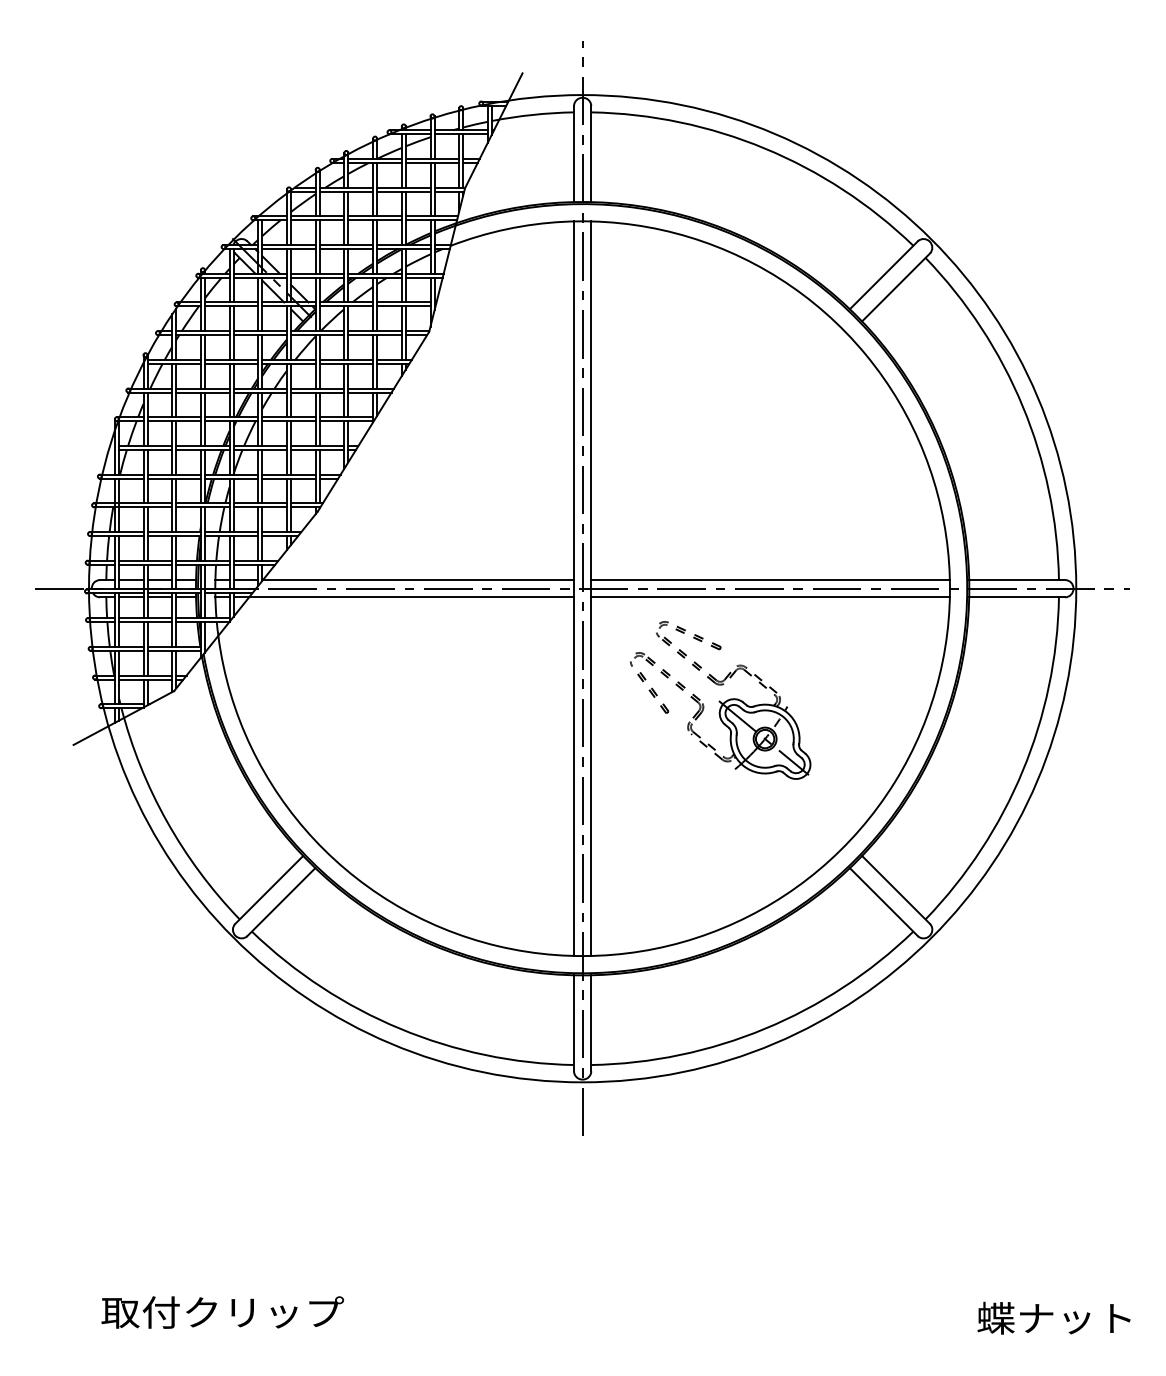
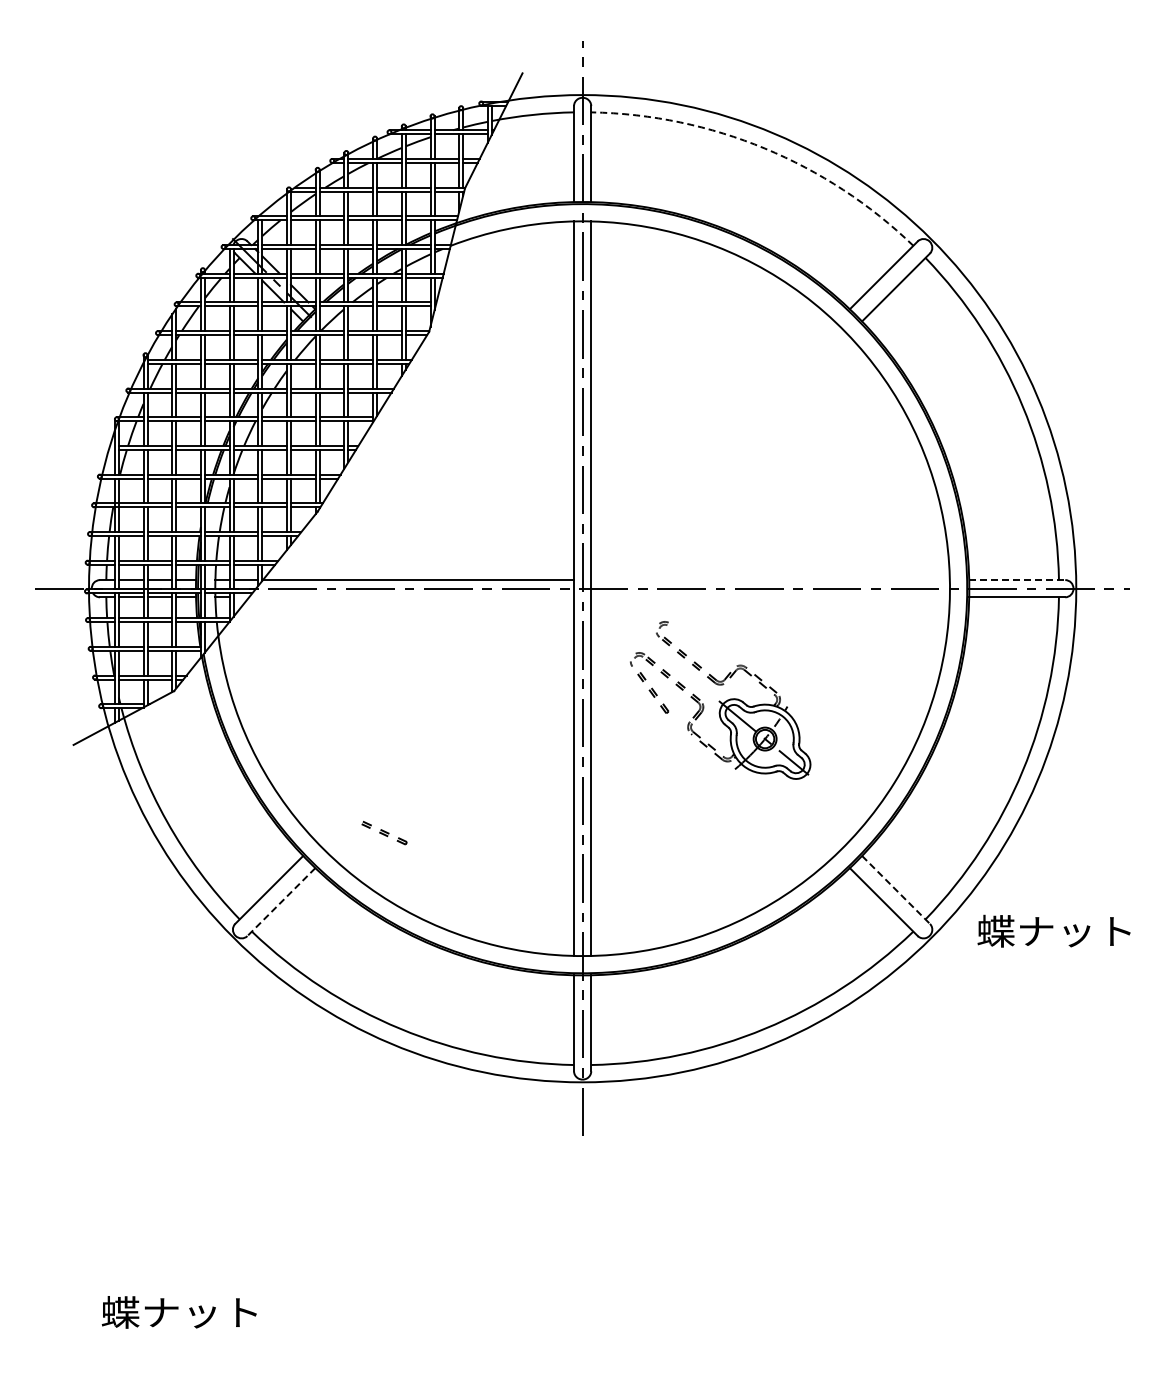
arc at (764, 148): solid -> dashed
line at (770, 580): present -> none
line at (1017, 580): solid -> dashed
line at (403, 597): present -> none
line at (770, 597): present -> none
part at (698, 638) position: (698, 638) -> (384, 833)
line at (896, 890): solid -> dashed
line at (281, 902): solid -> dashed
text at (222, 1312): 取付クリップ -> 蝶ナット
text at (1053, 1317) position: (1053, 1317) -> (1053, 930)
